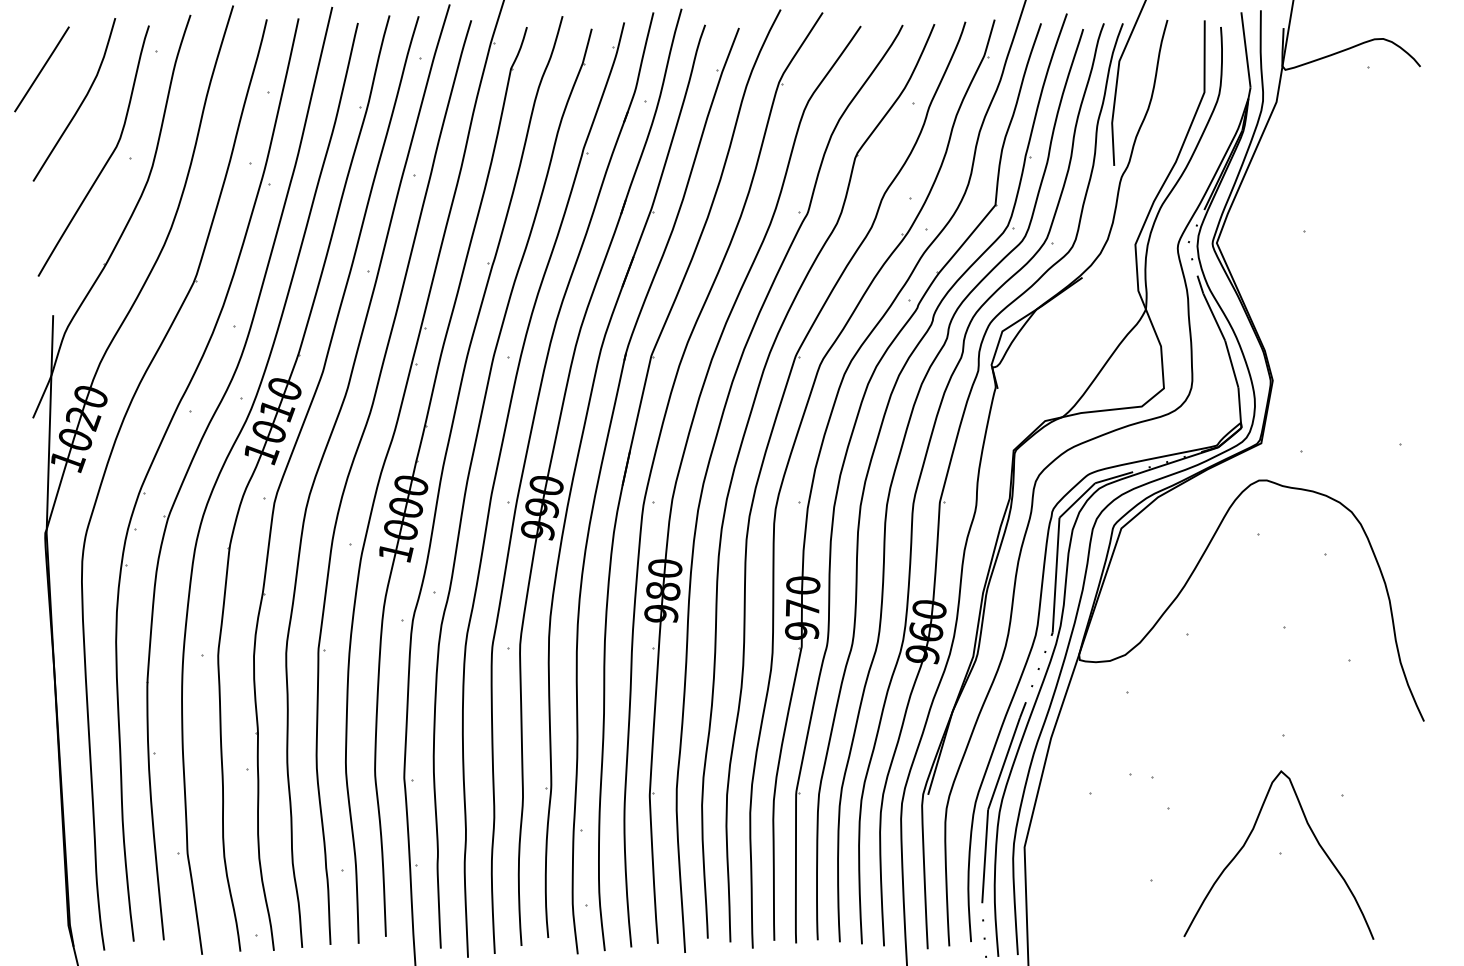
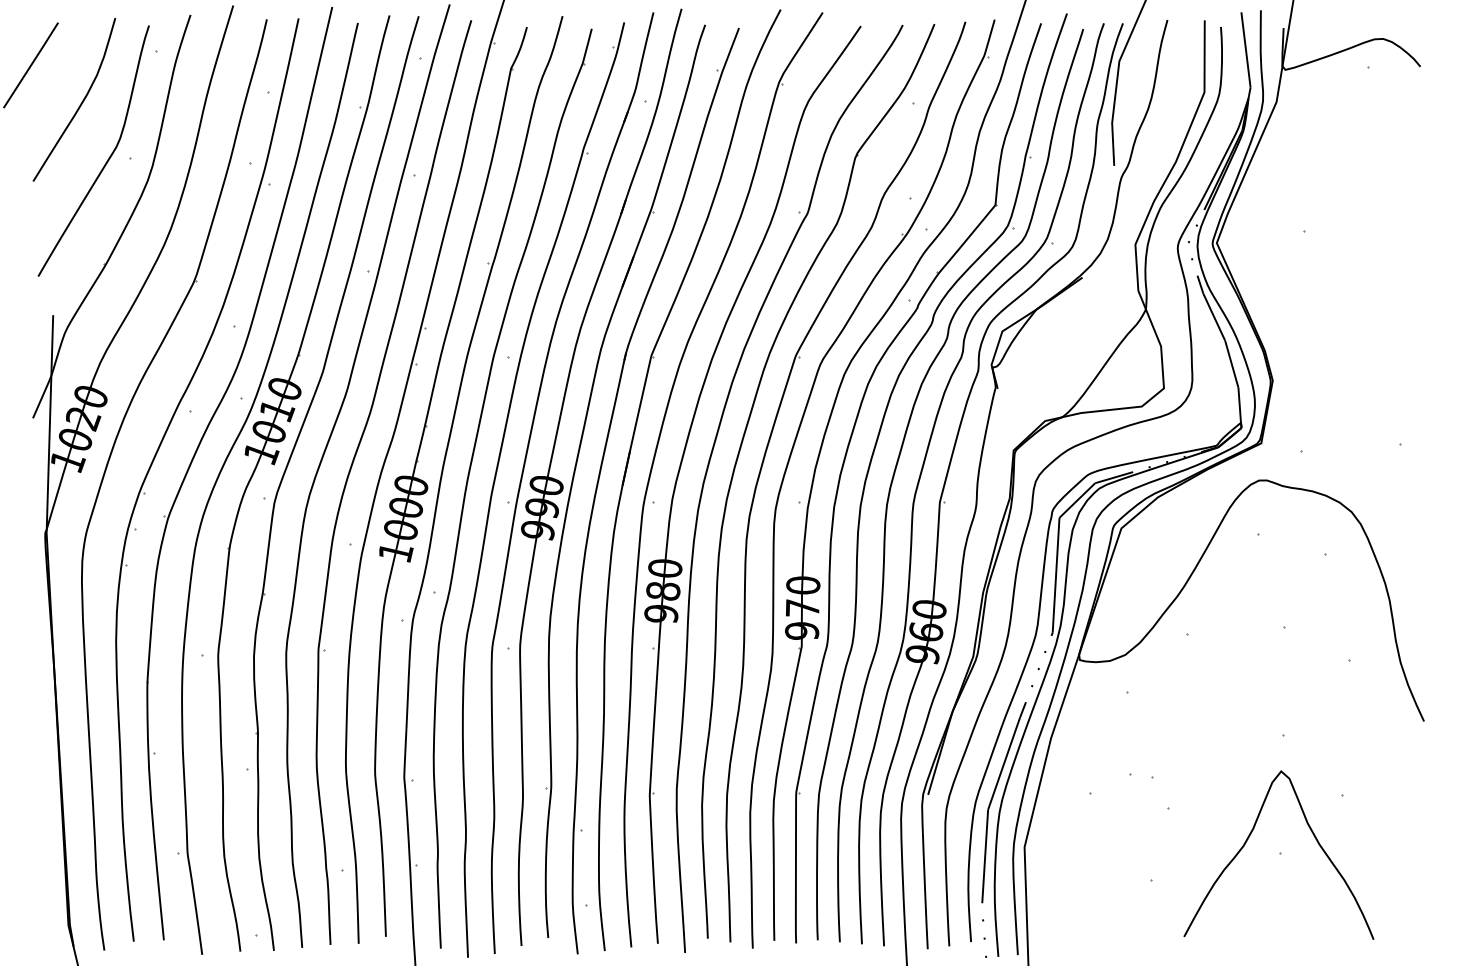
line at (41, 69) position: (41, 69) -> (30, 65)
